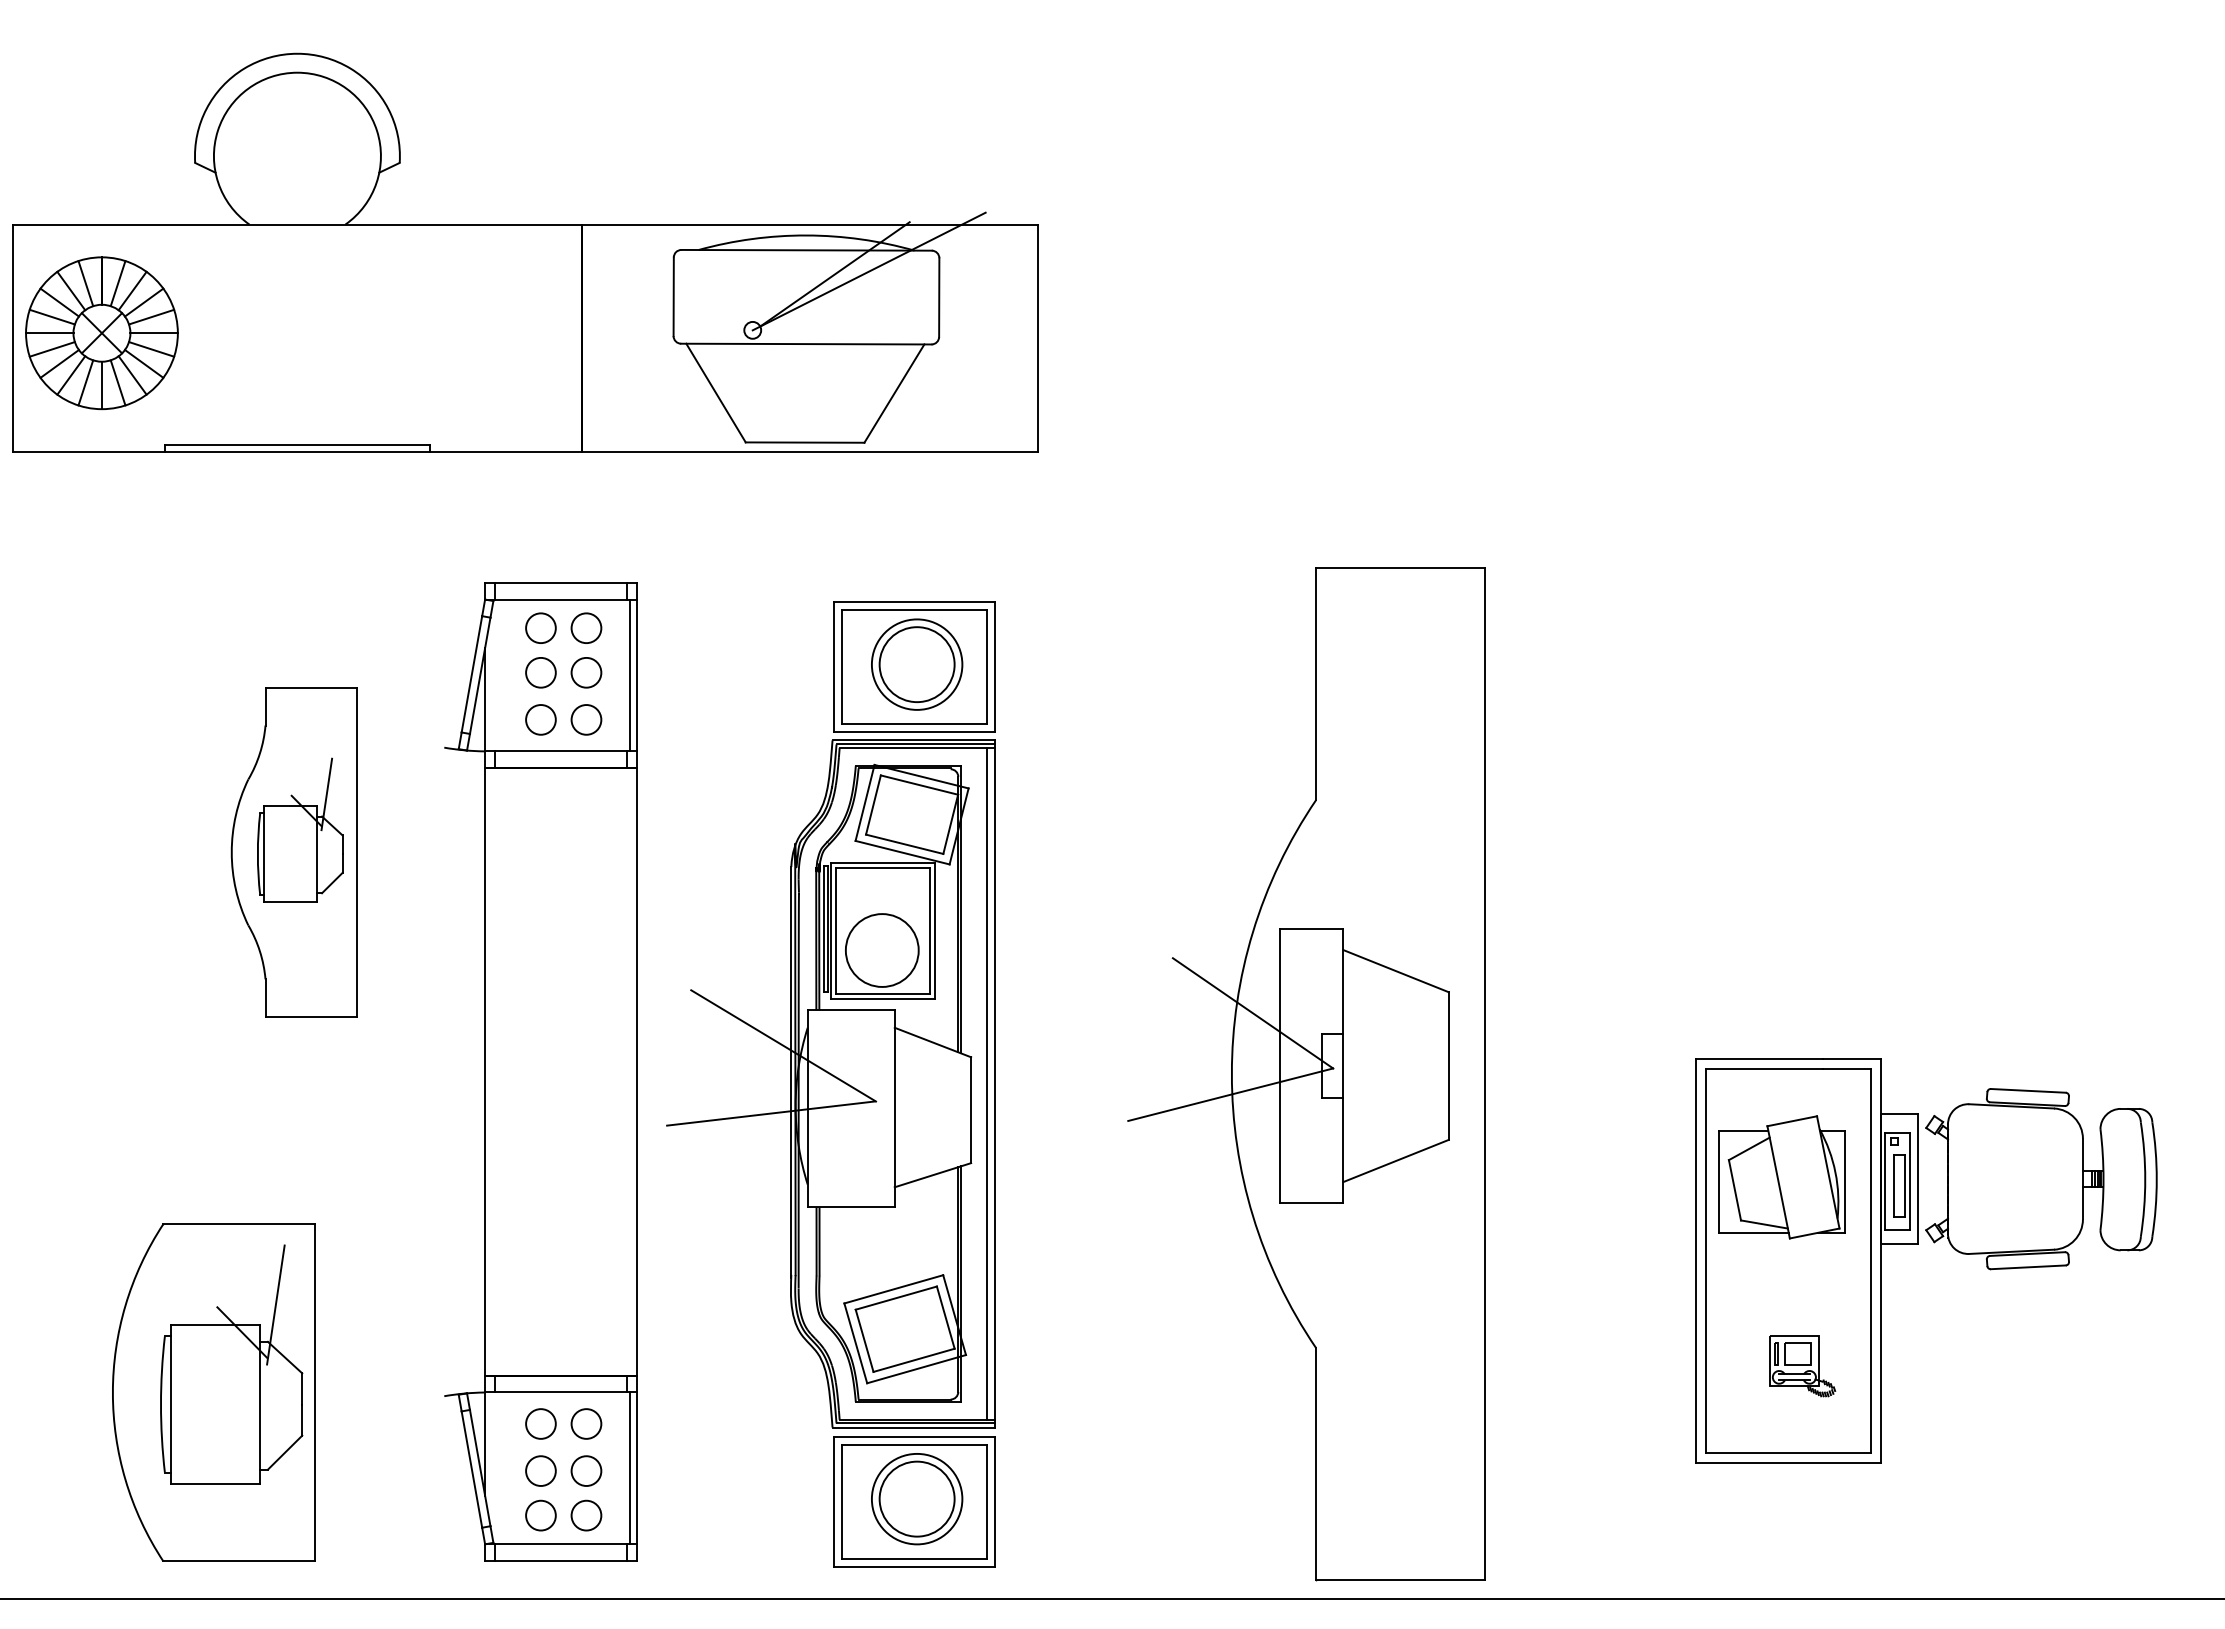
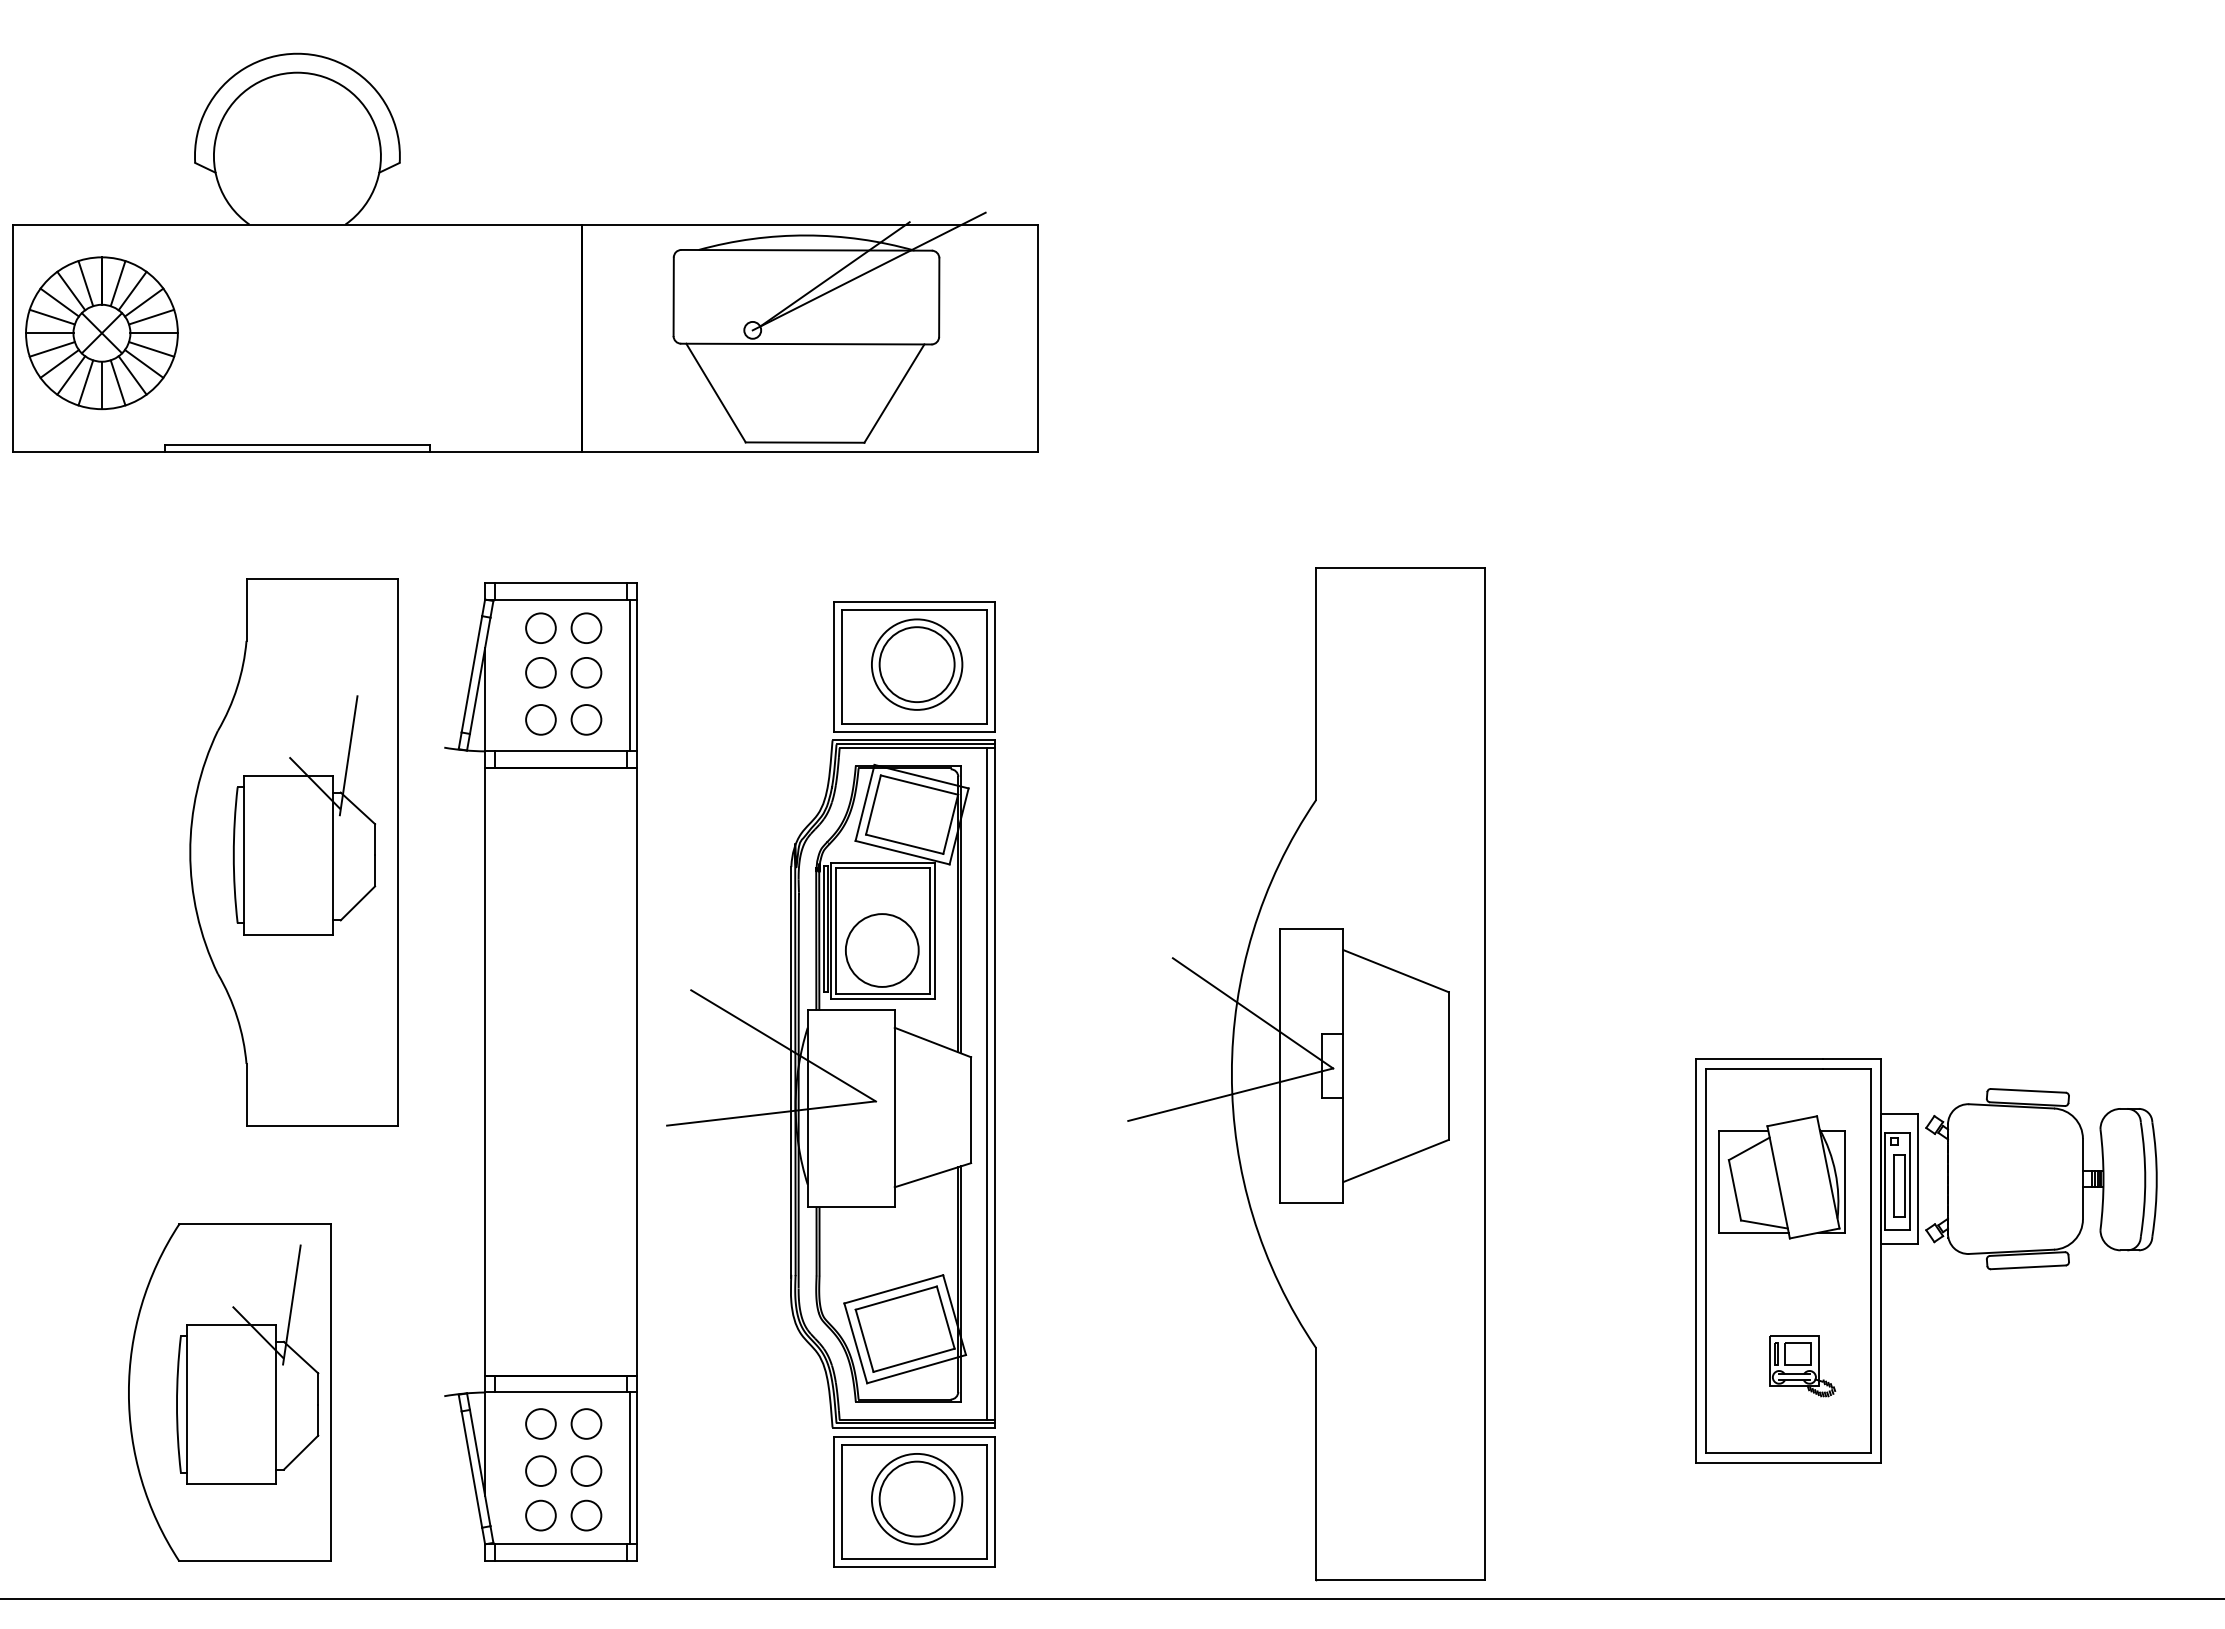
part at (293, 852) size: 128x331 px -> 210x549 px
part at (213, 1392) position: (213, 1392) -> (229, 1392)
